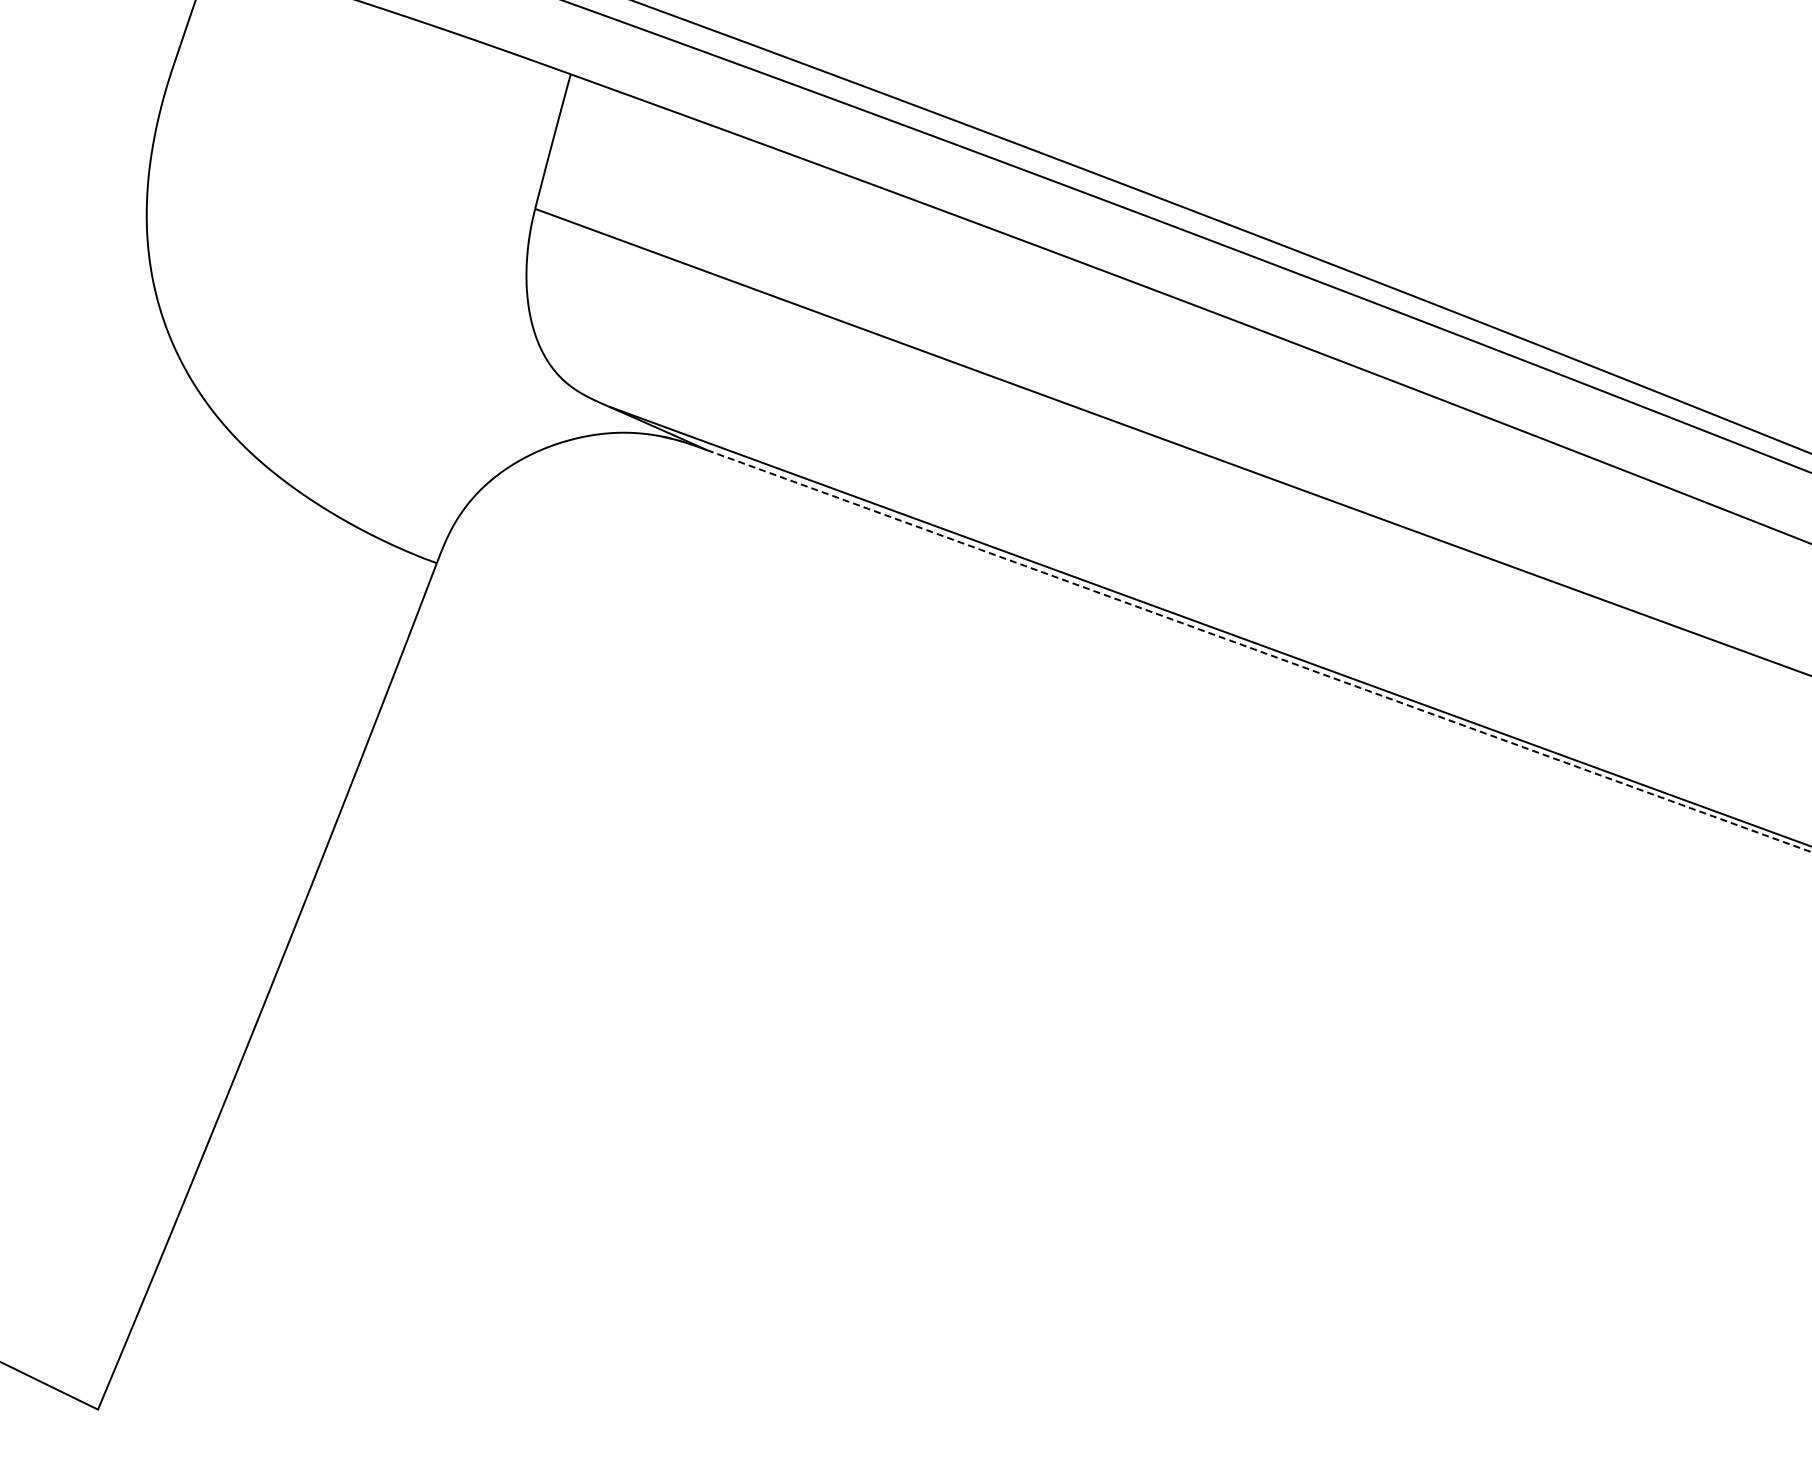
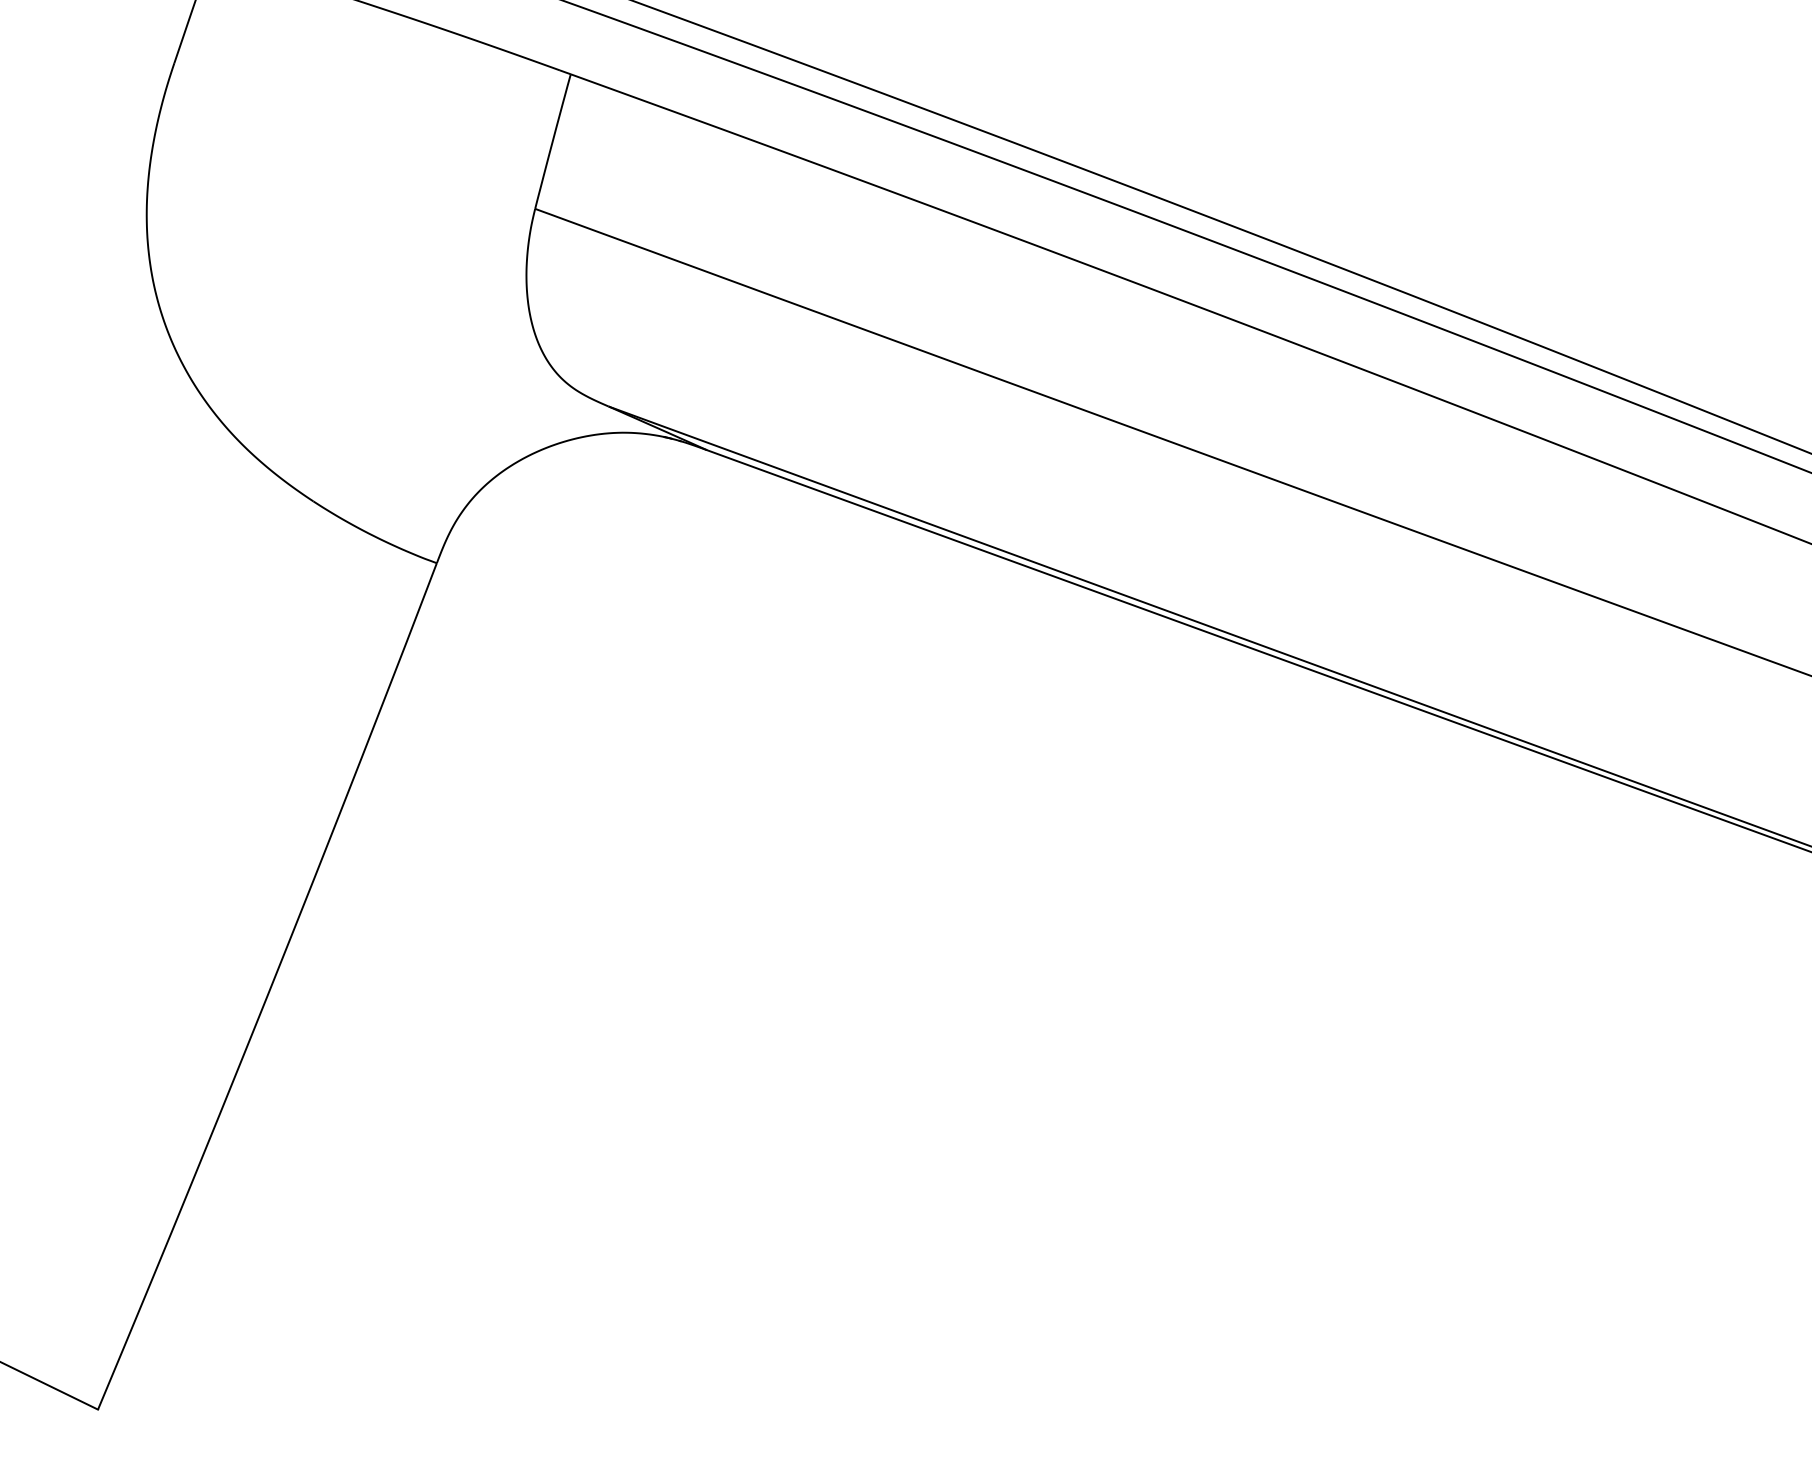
line at (1259, 651): dashed -> solid
